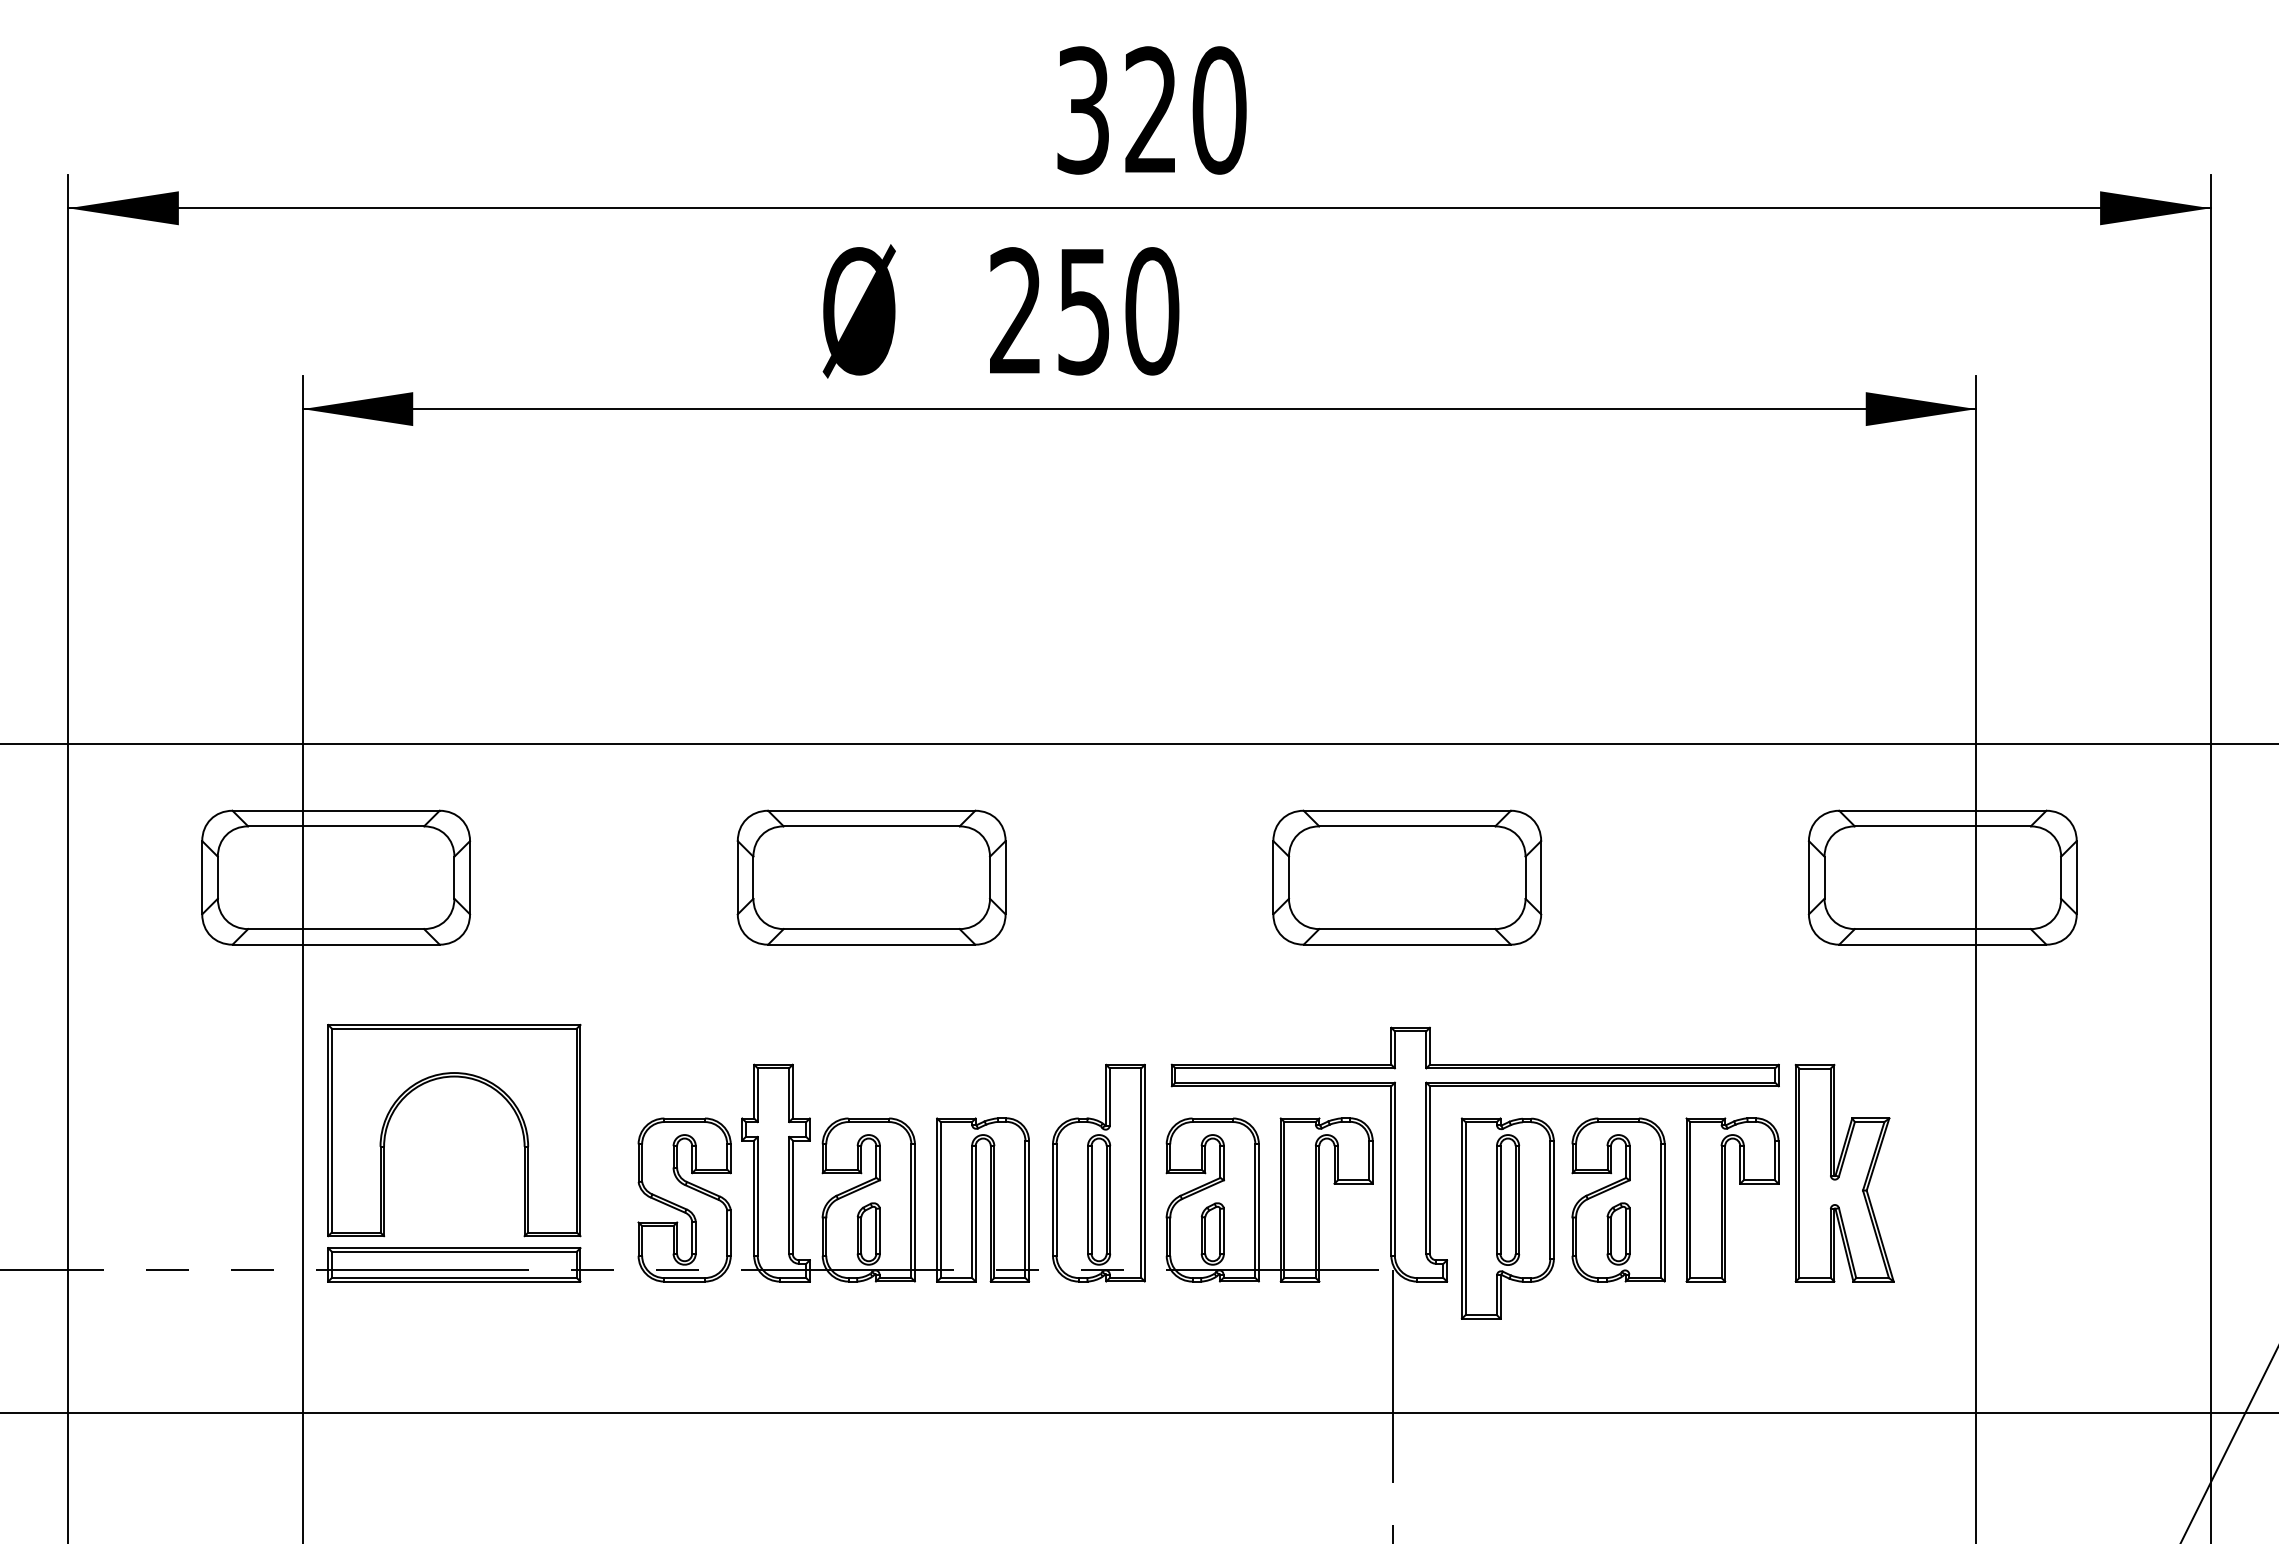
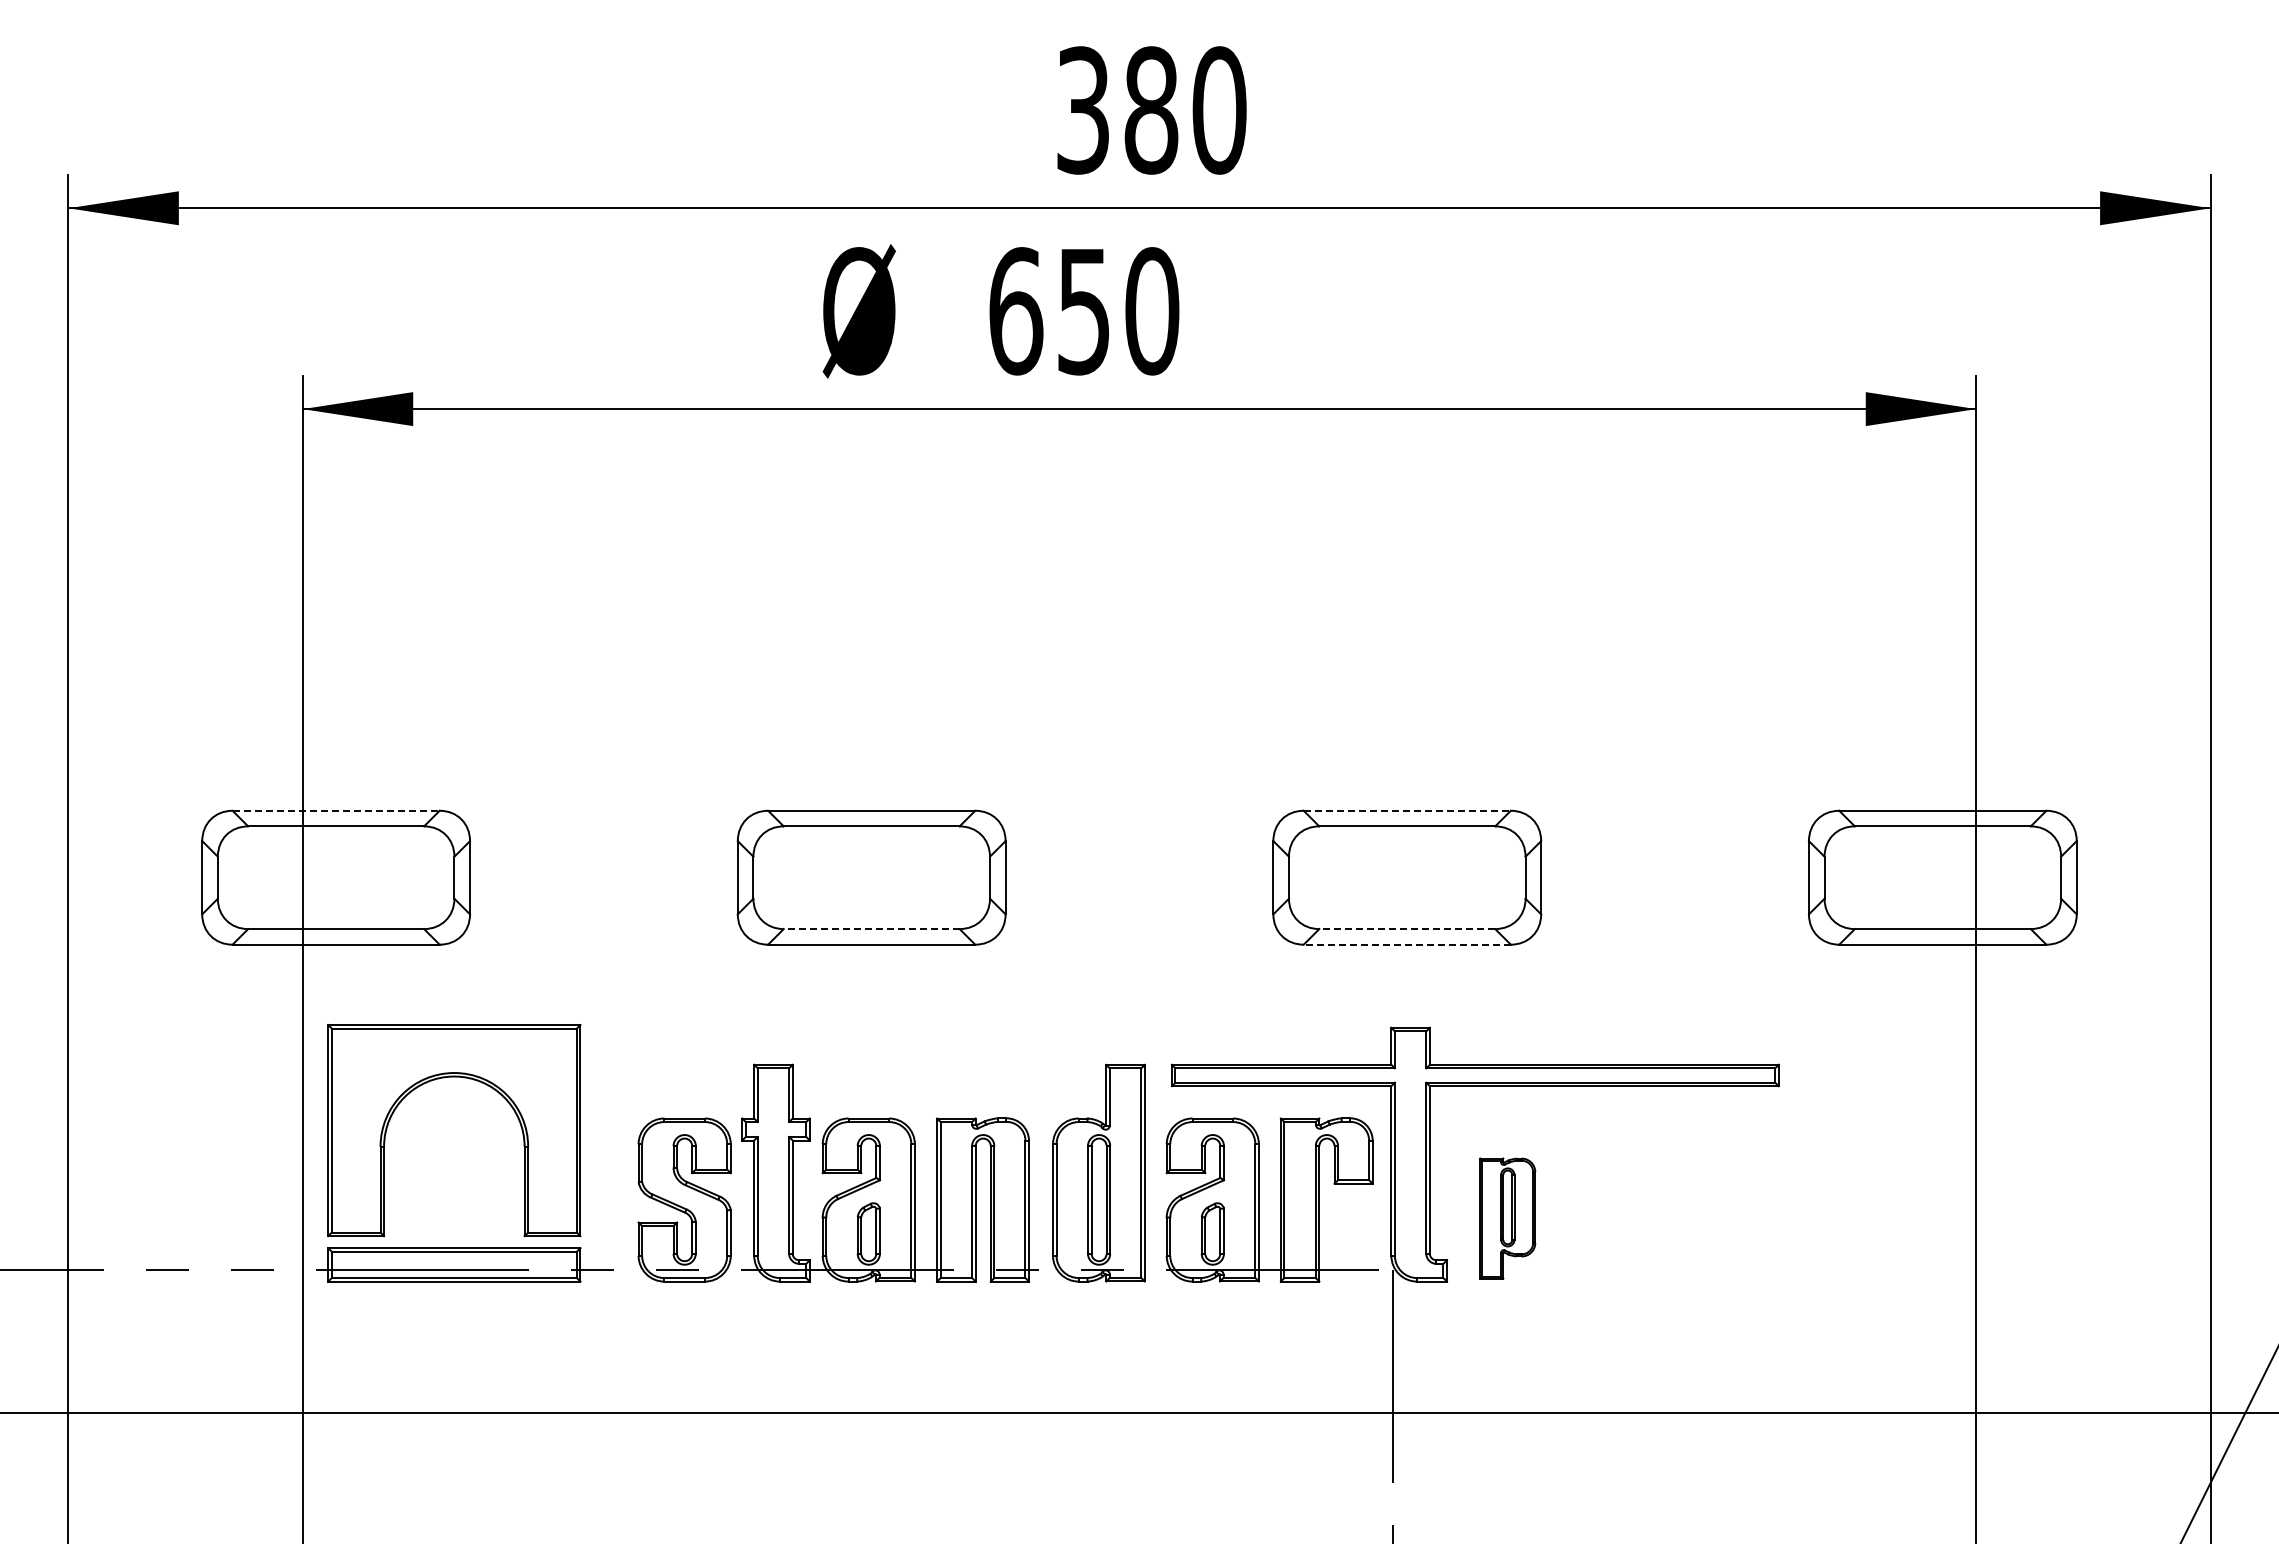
text at (1151, 110): 320 -> 380
text at (1016, 311): 250 -> 650
line at (1138, 743): present -> none
line at (336, 810): solid -> dashed
line at (1407, 810): solid -> dashed
line at (871, 929): solid -> dashed
line at (1407, 929): solid -> dashed
line at (1407, 944): solid -> dashed
part at (1844, 1172): present -> none
part at (1618, 1199): present -> none
part at (1725, 1199): present -> none
part at (1507, 1218) size: 95x203 px -> 58x123 px
